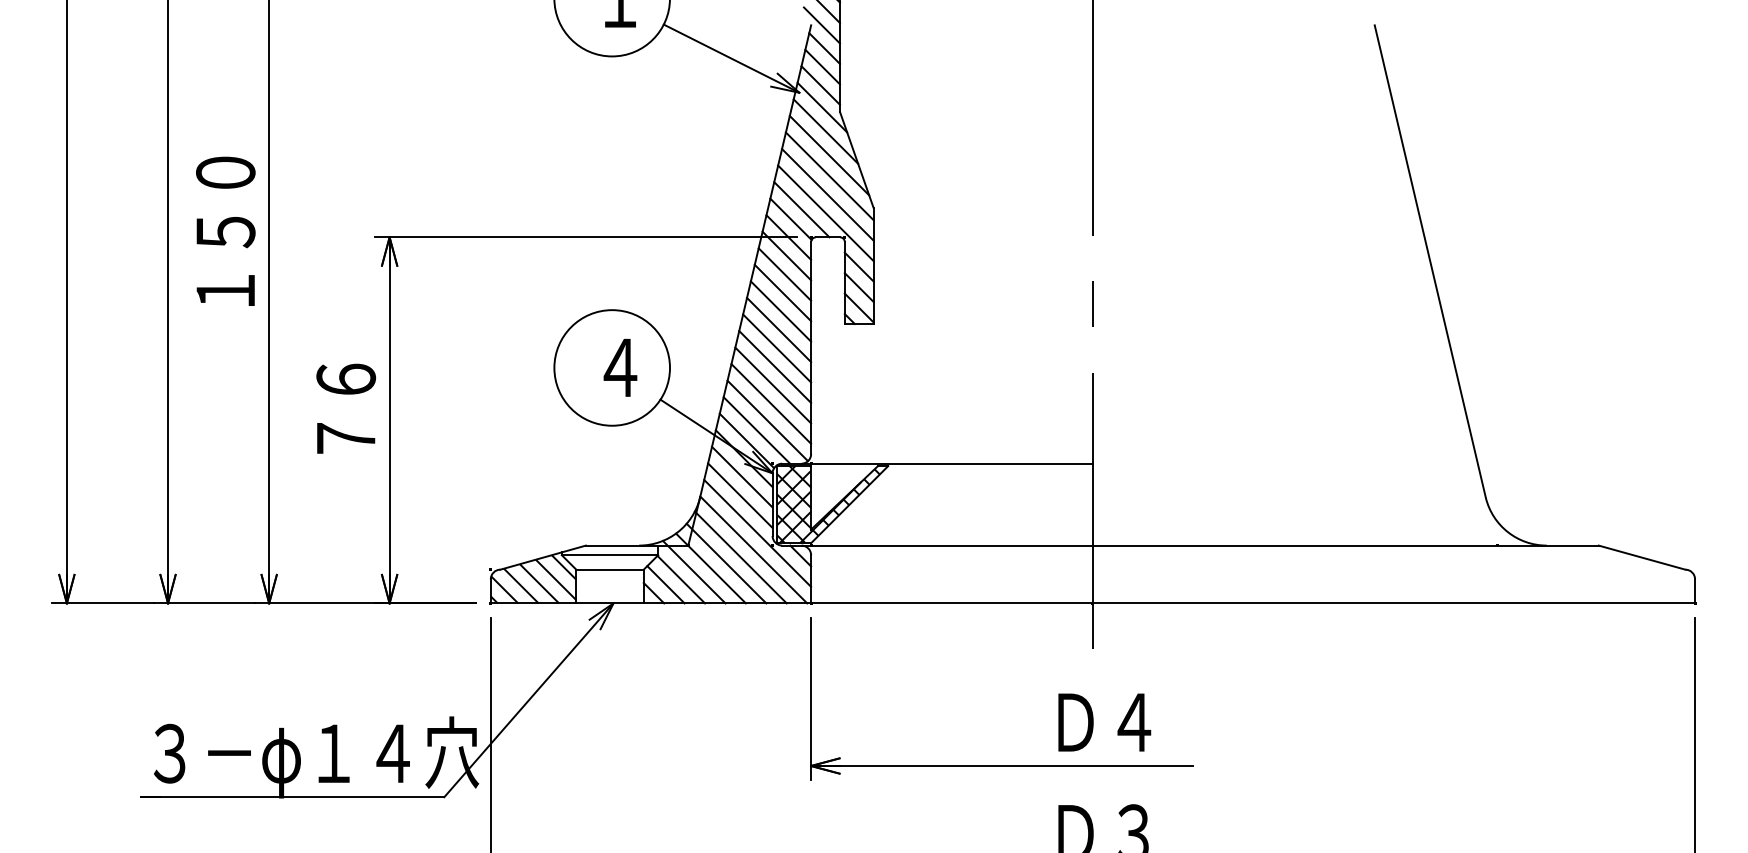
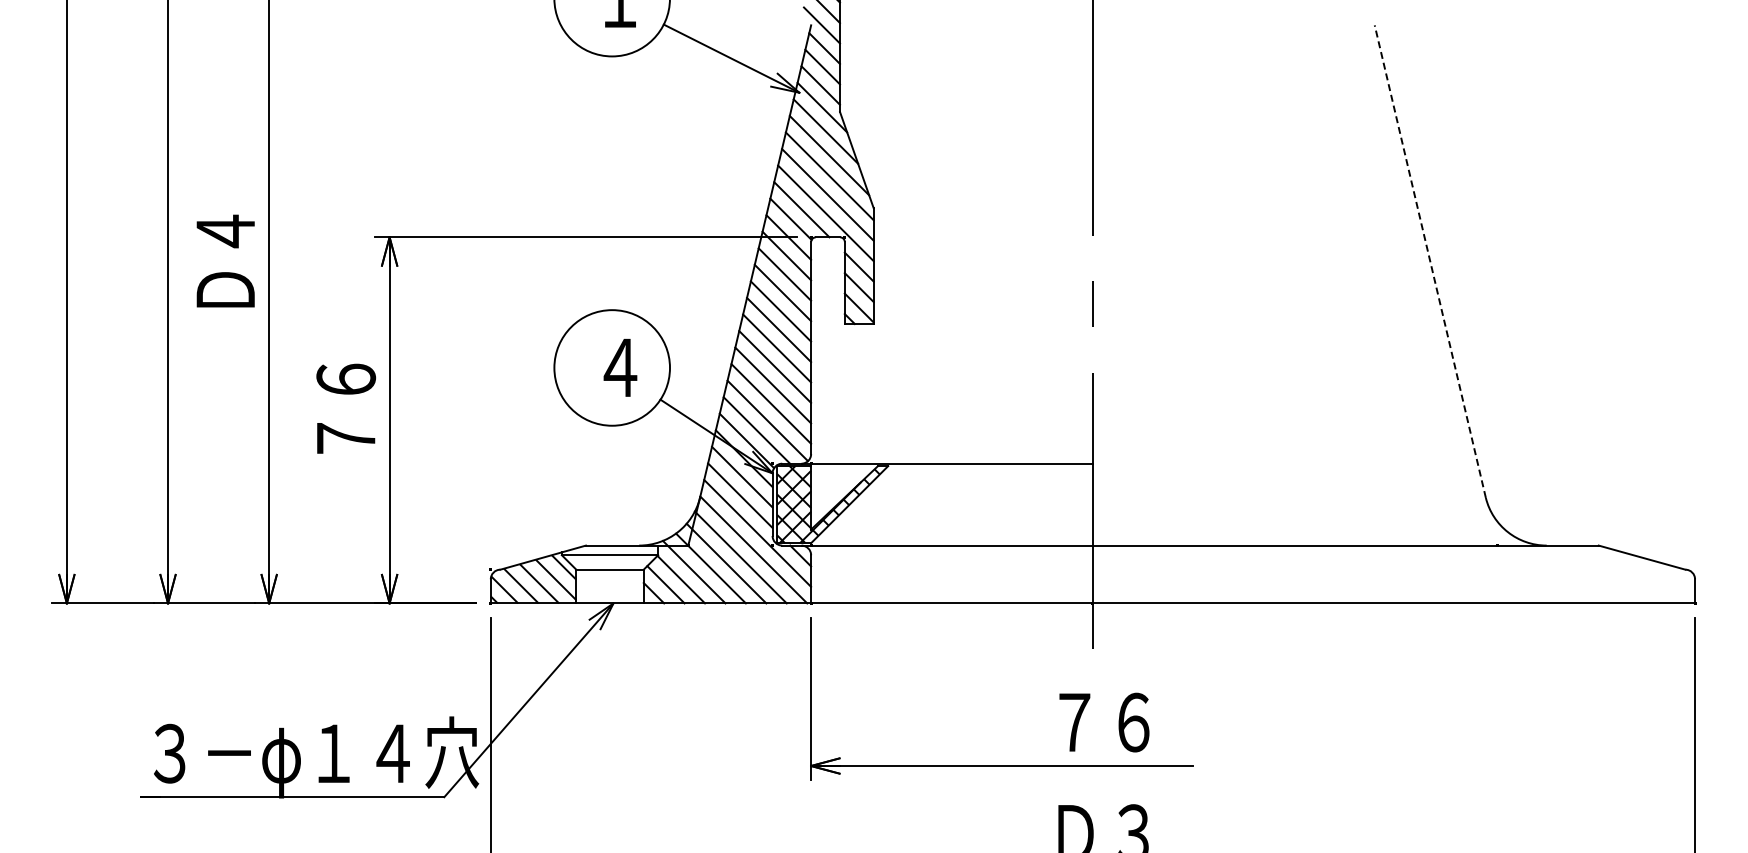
text at (225, 231): １５０ -> Ｄ４
line at (1430, 261): solid -> dashed
text at (1104, 722): Ｄ４ -> ７６
